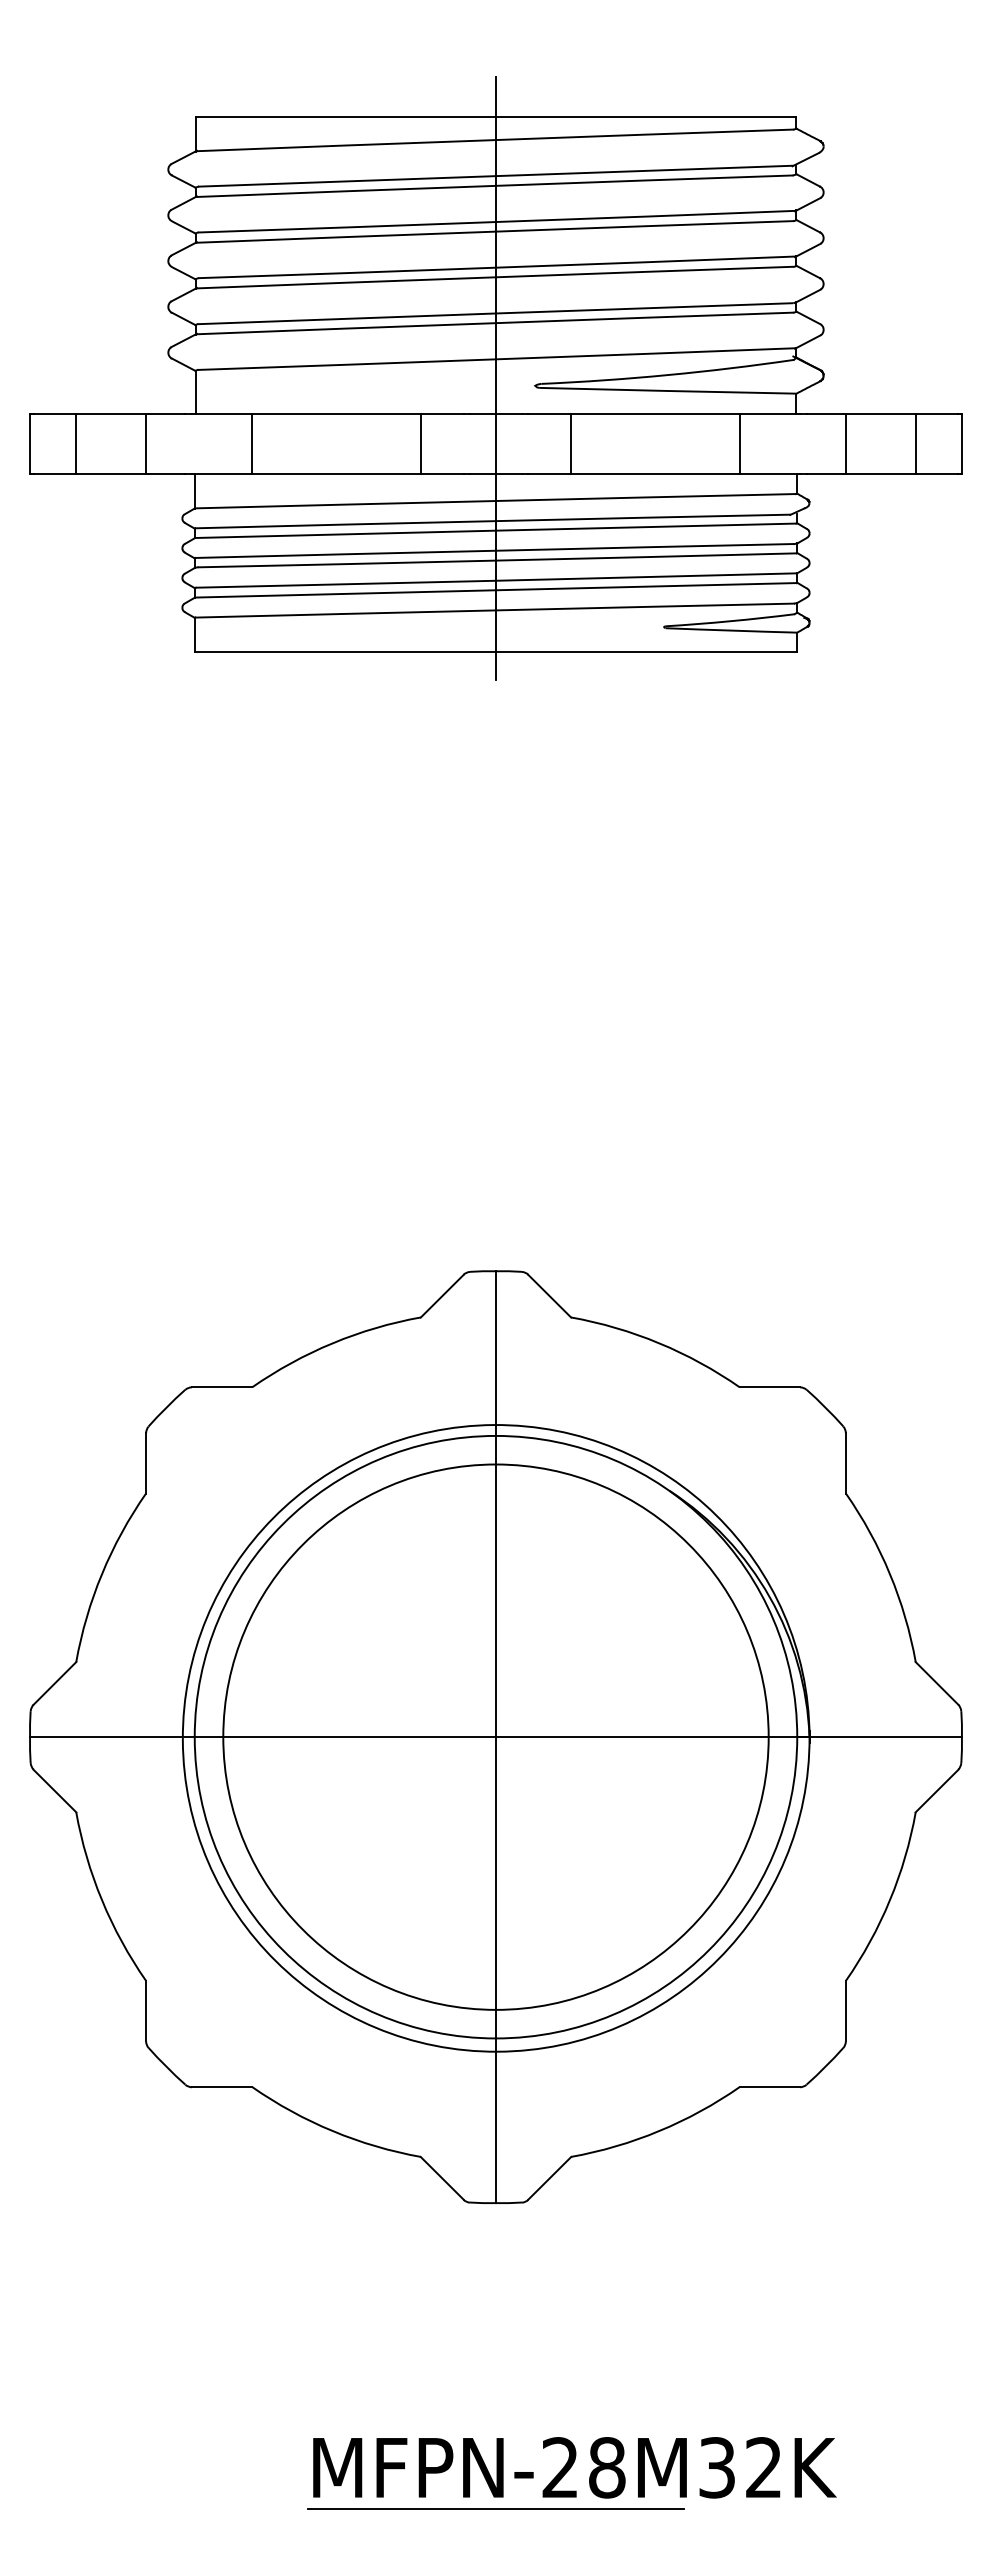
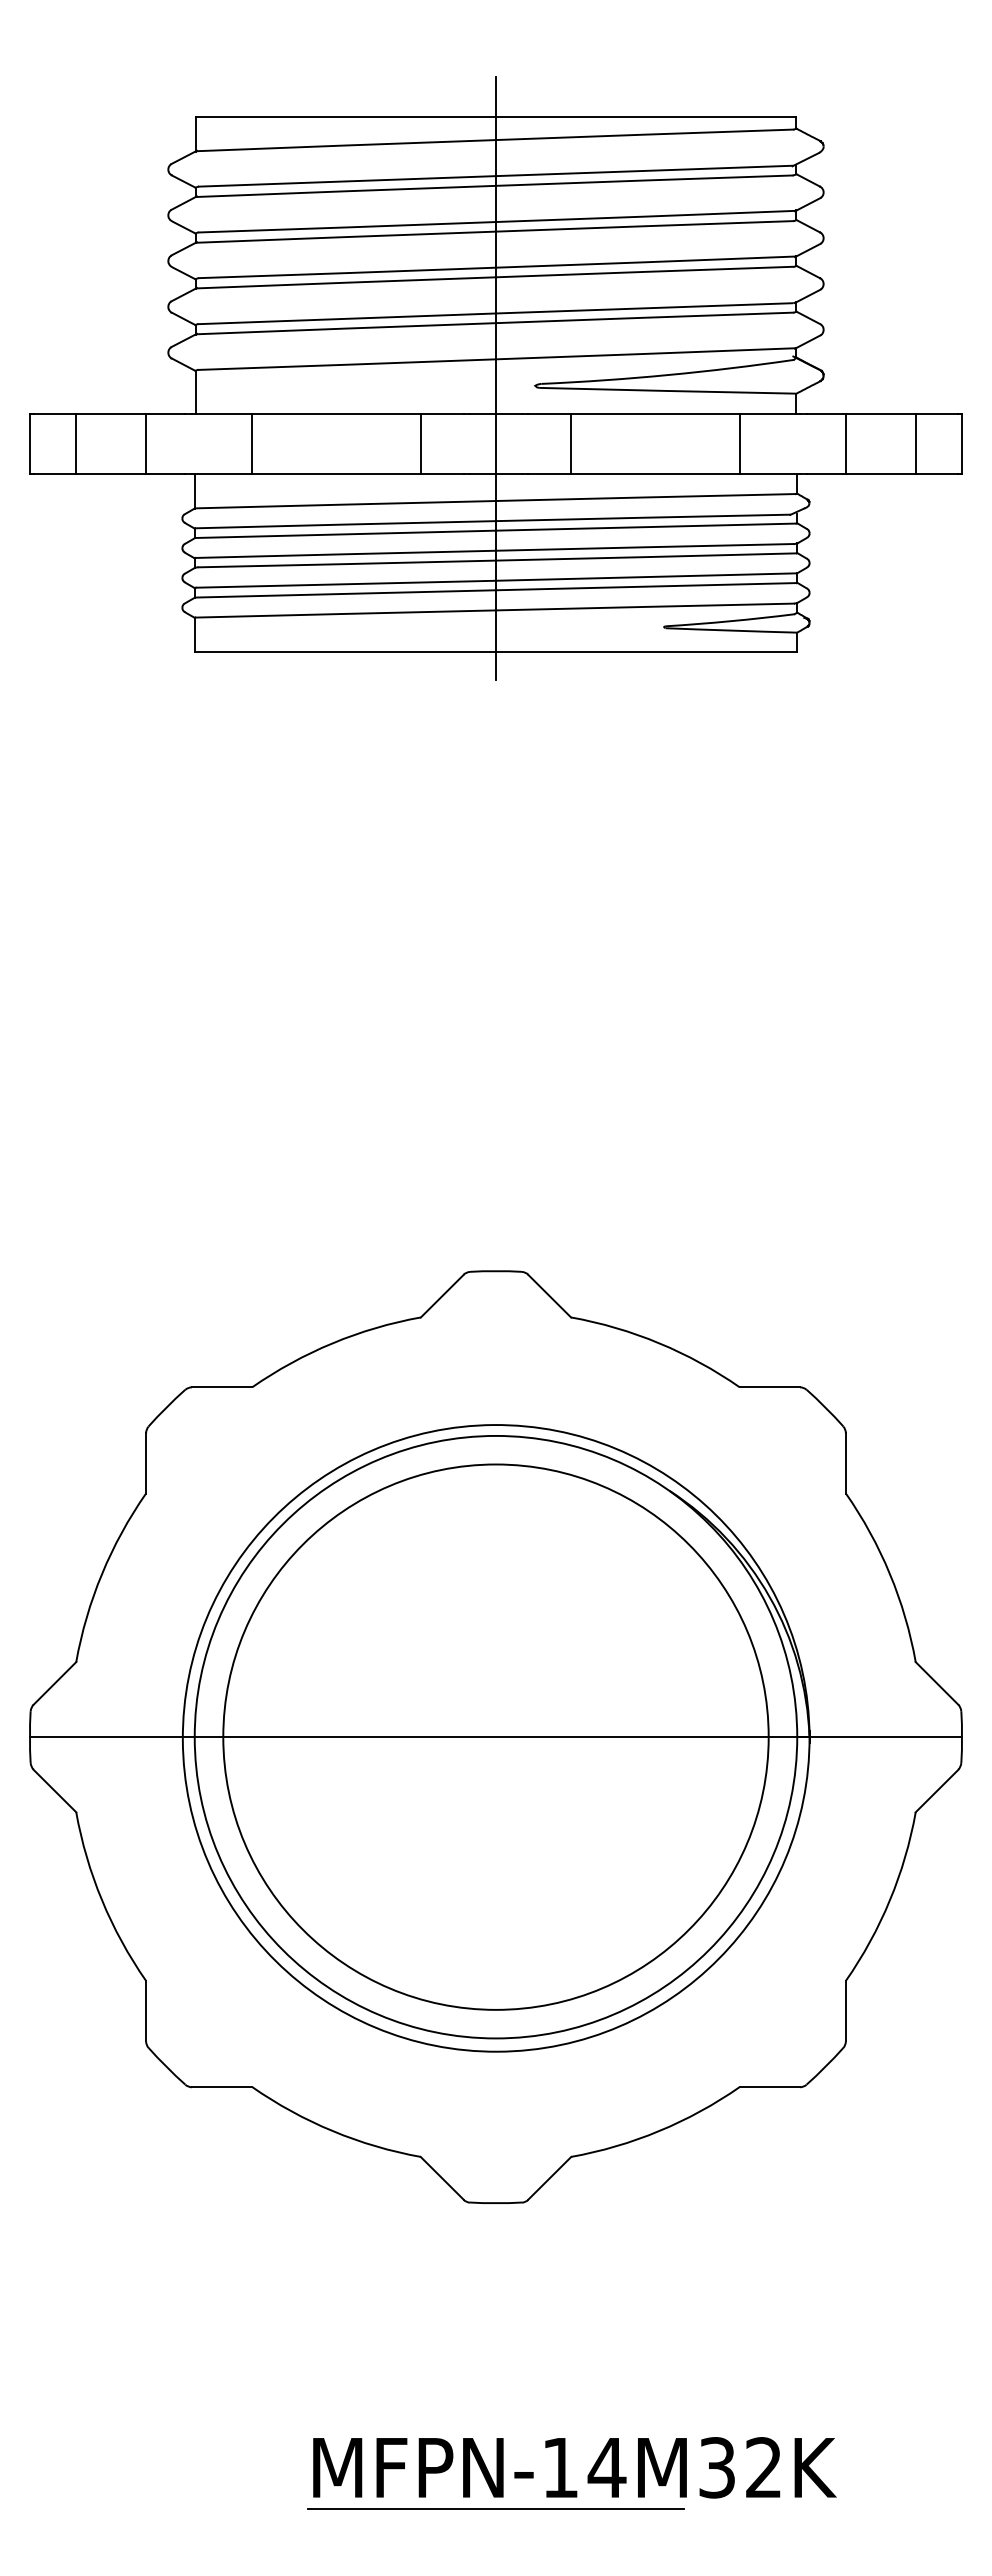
line at (496, 1737): present -> none
text at (584, 2467): MFPN-28M32K -> MFPN-14M32K
